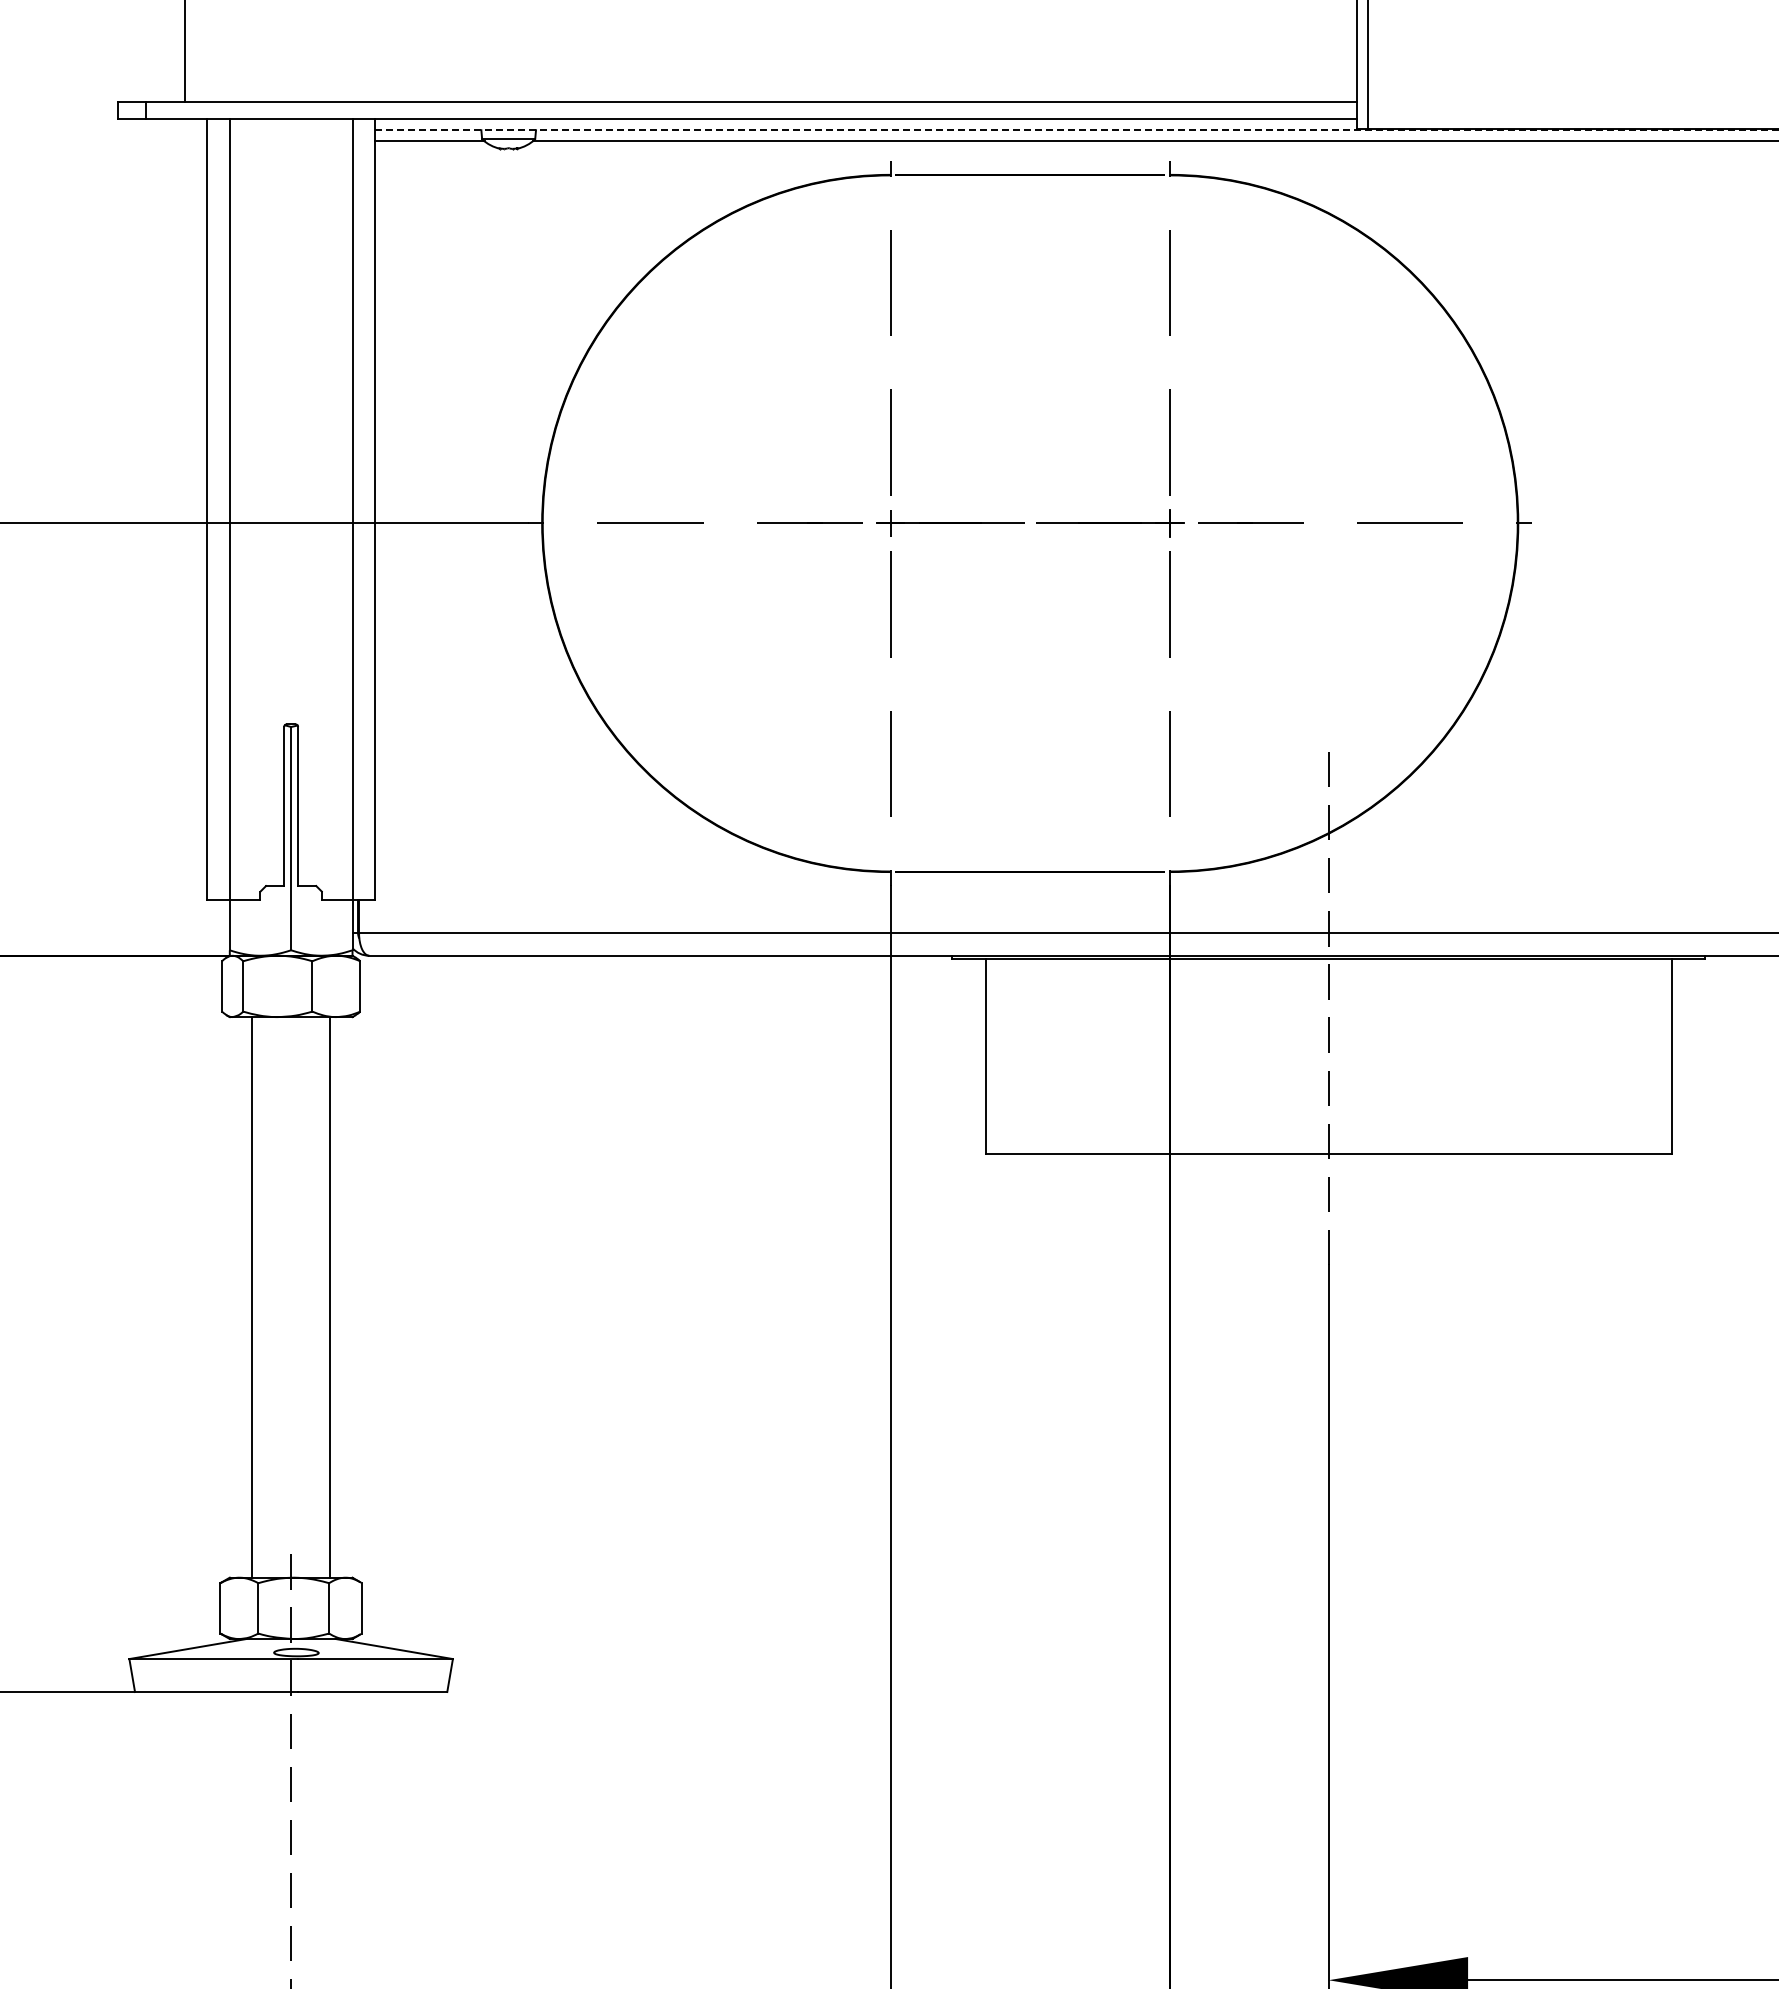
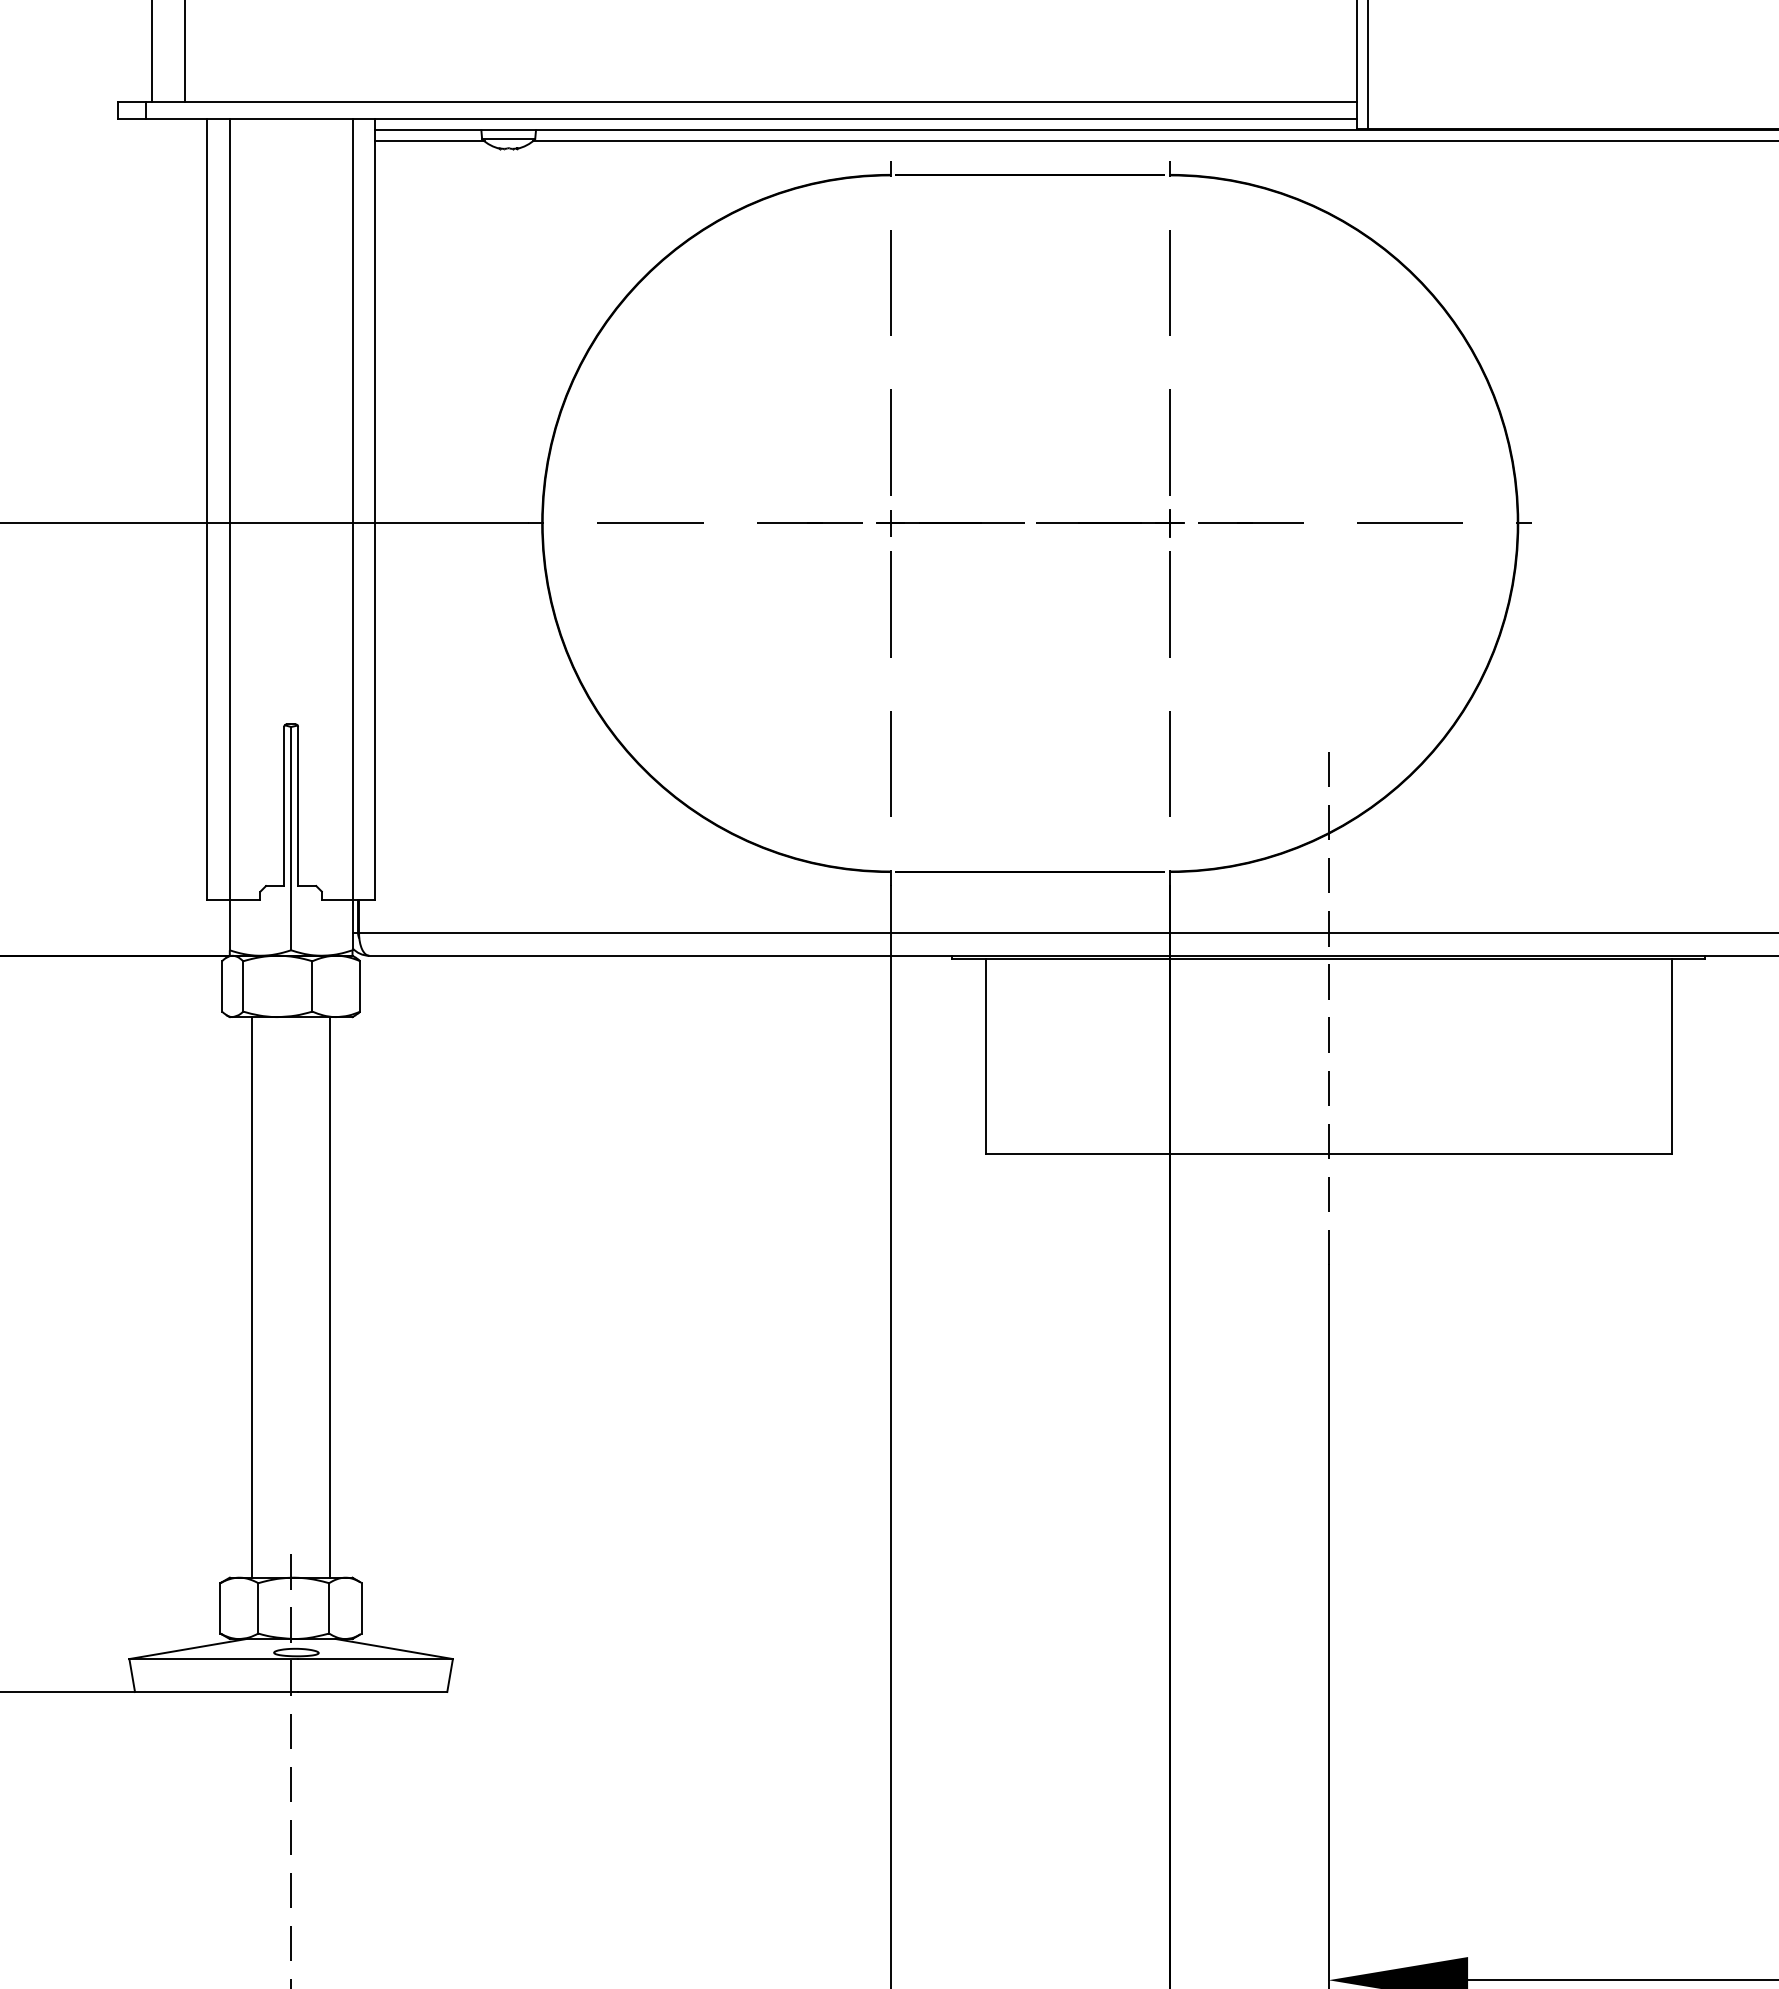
line at (151, 52): none -> present
line at (1076, 130): dashed -> solid
